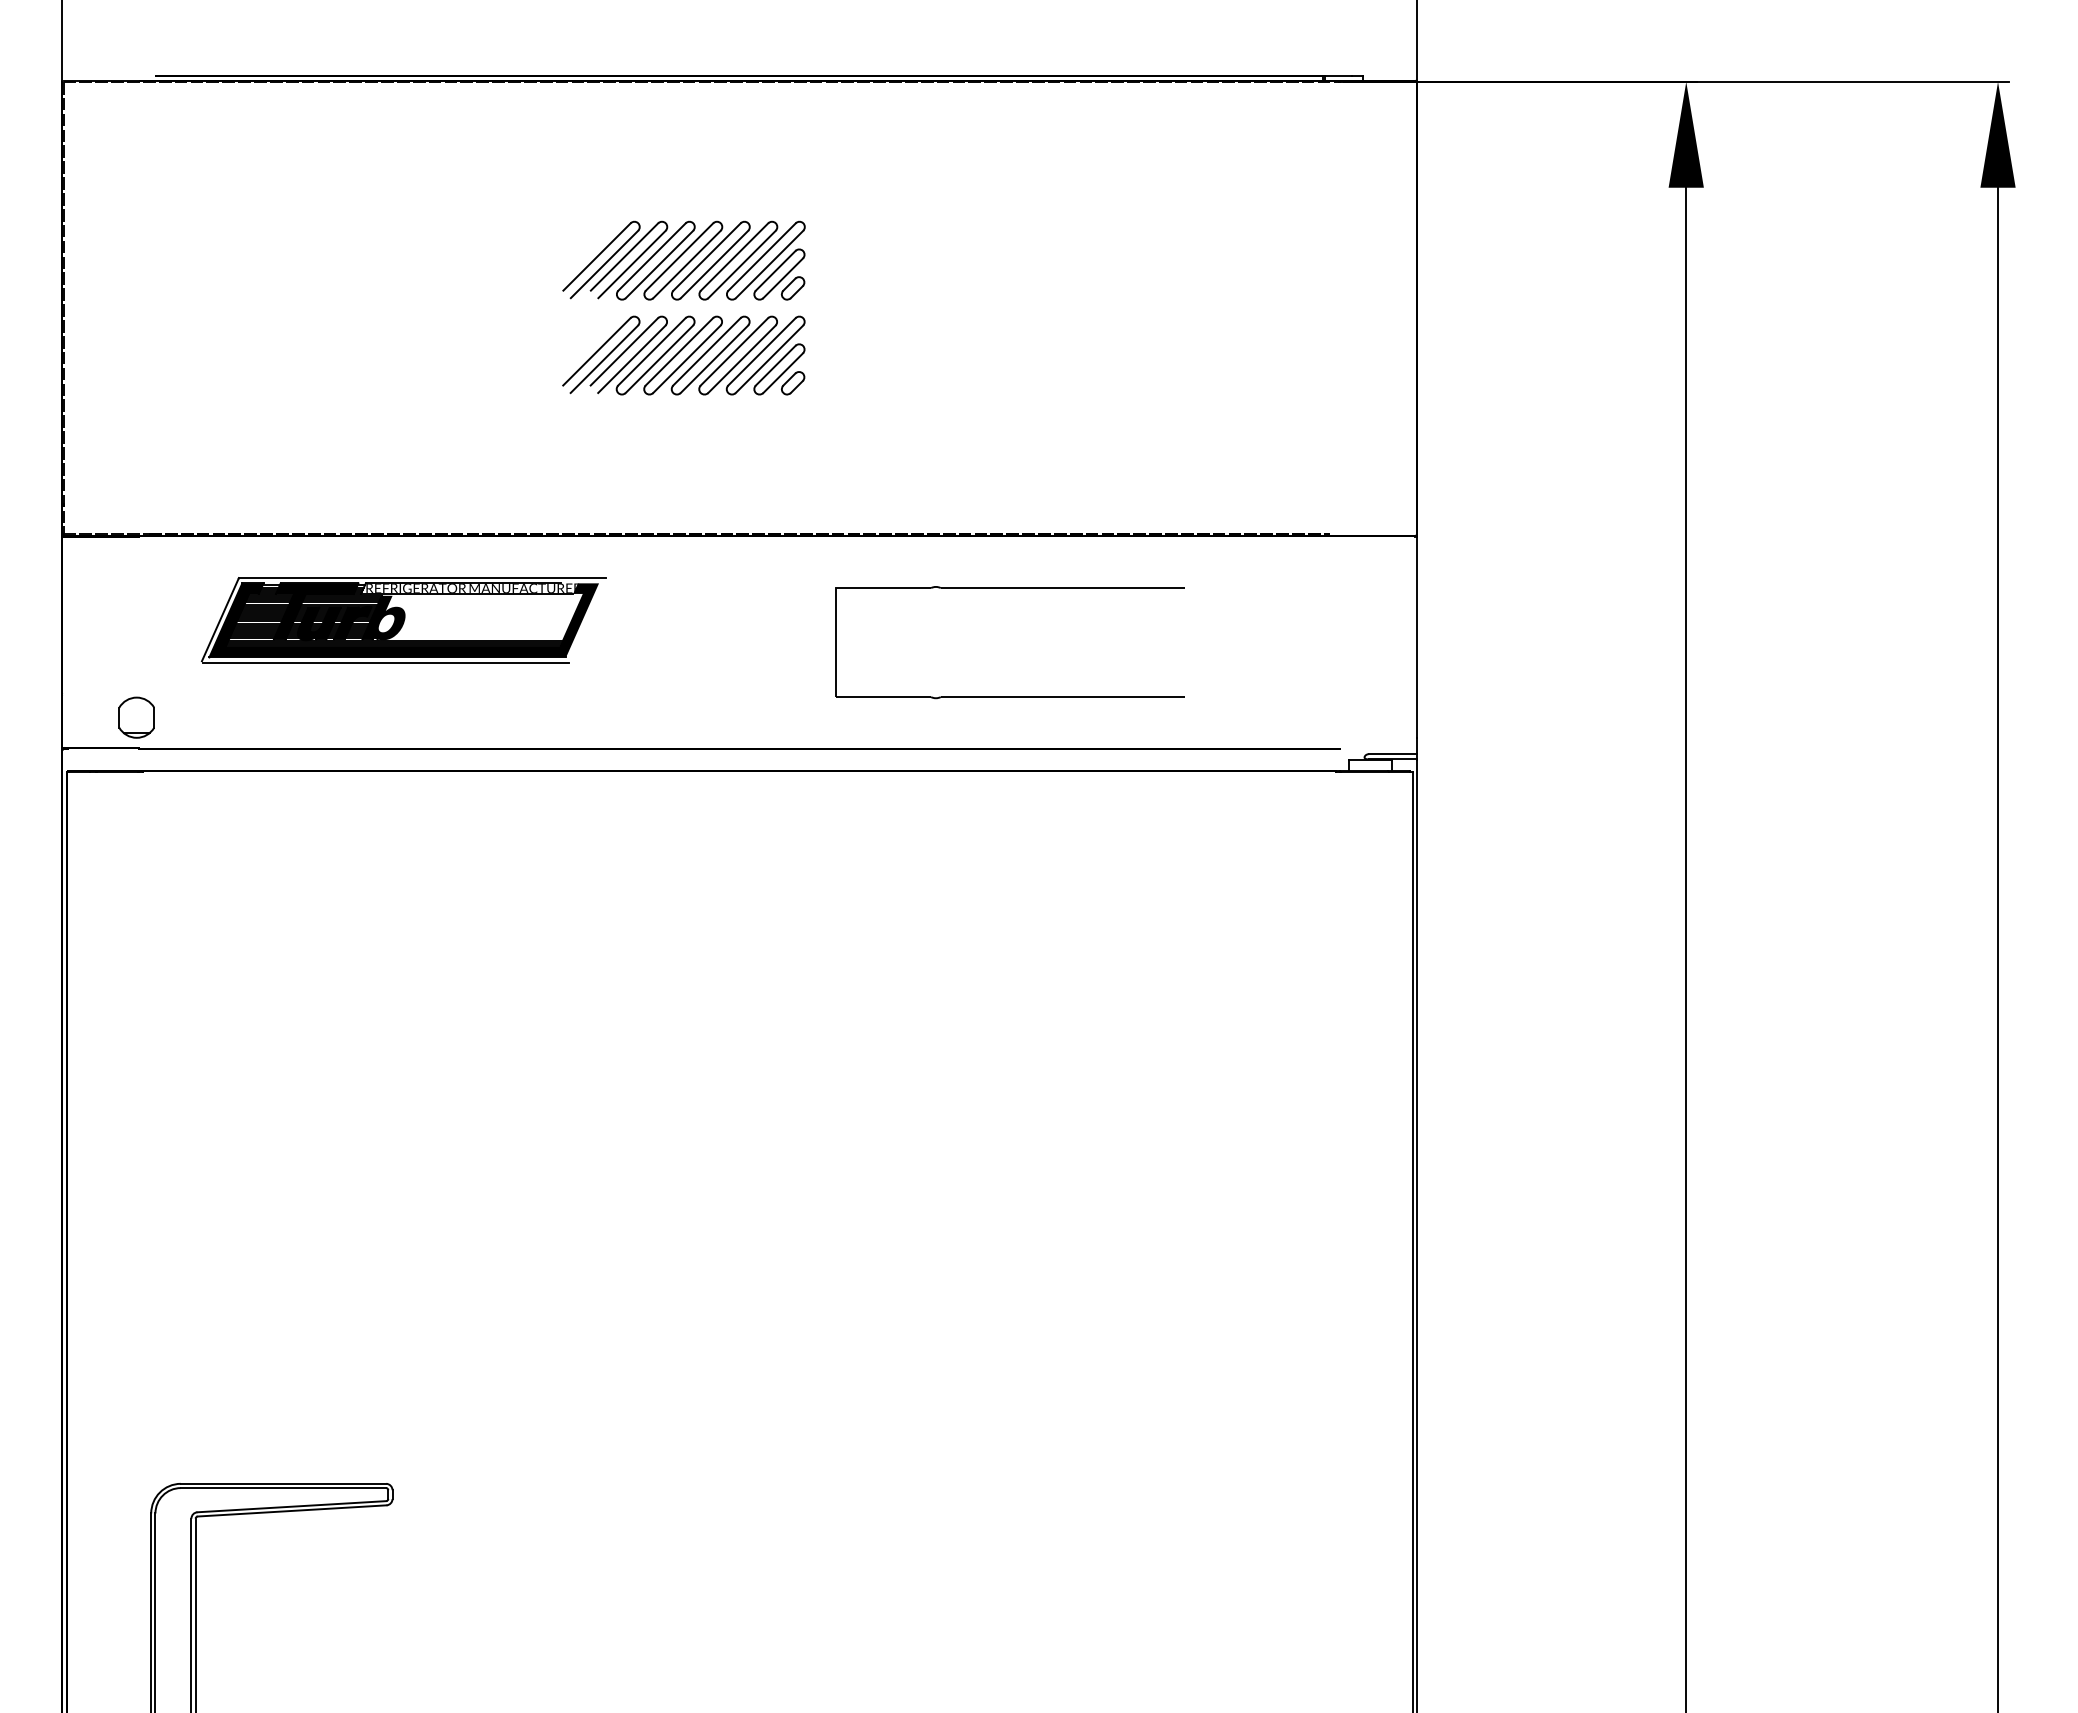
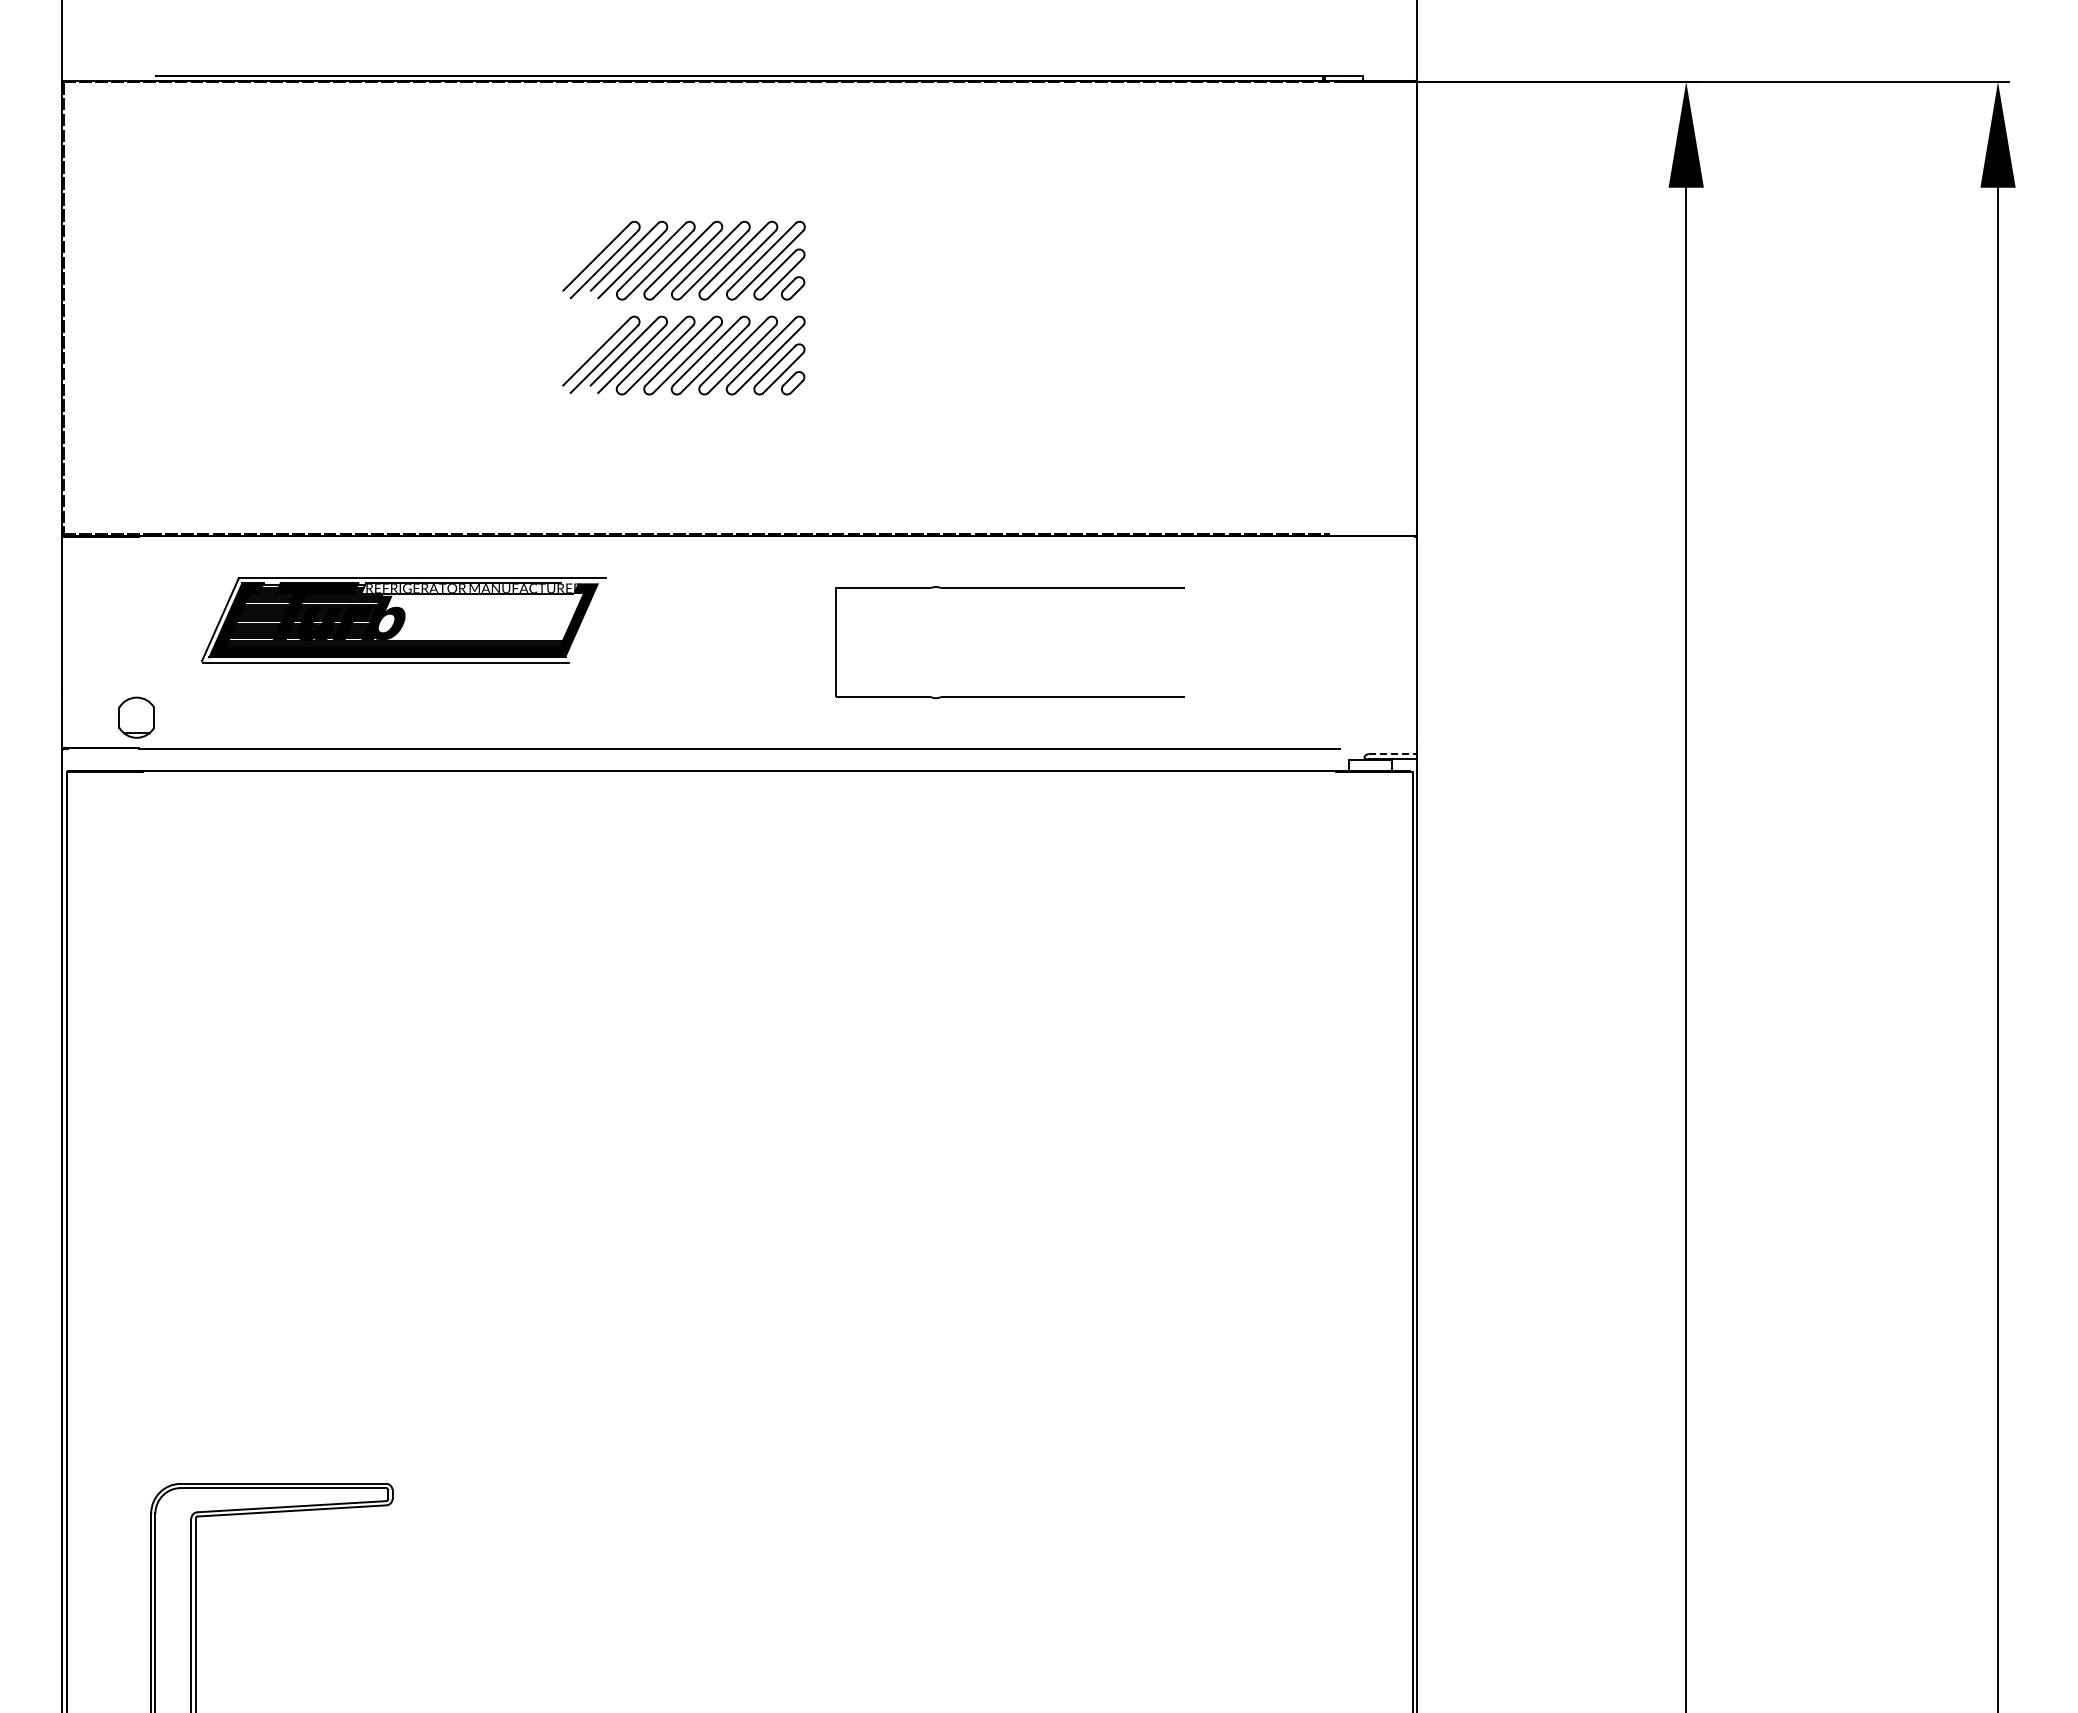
line at (1393, 754): solid -> dashed
